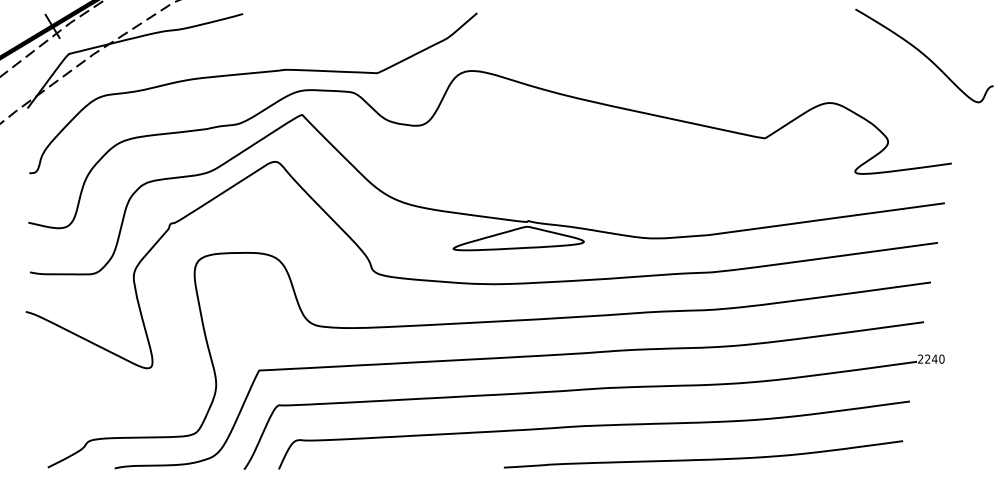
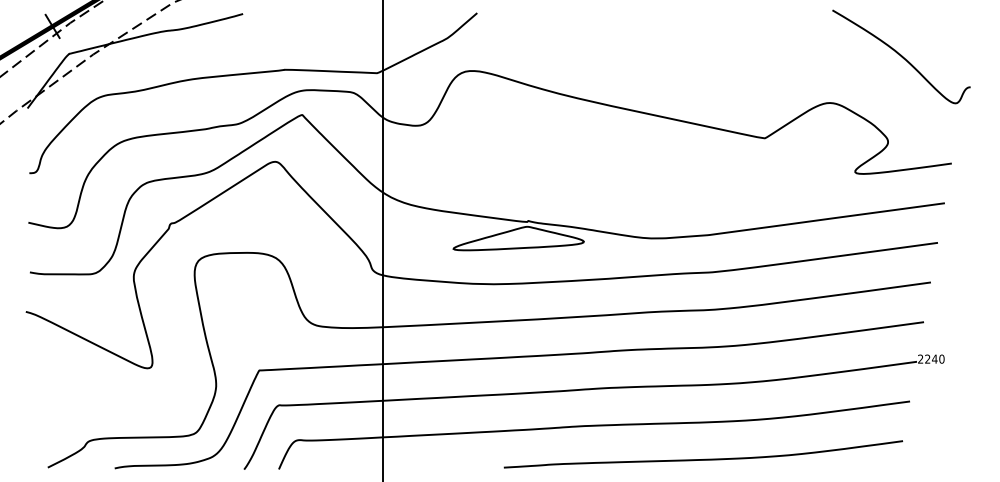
curve at (924, 55) position: (924, 55) -> (901, 56)
line at (382, 240): none -> present
